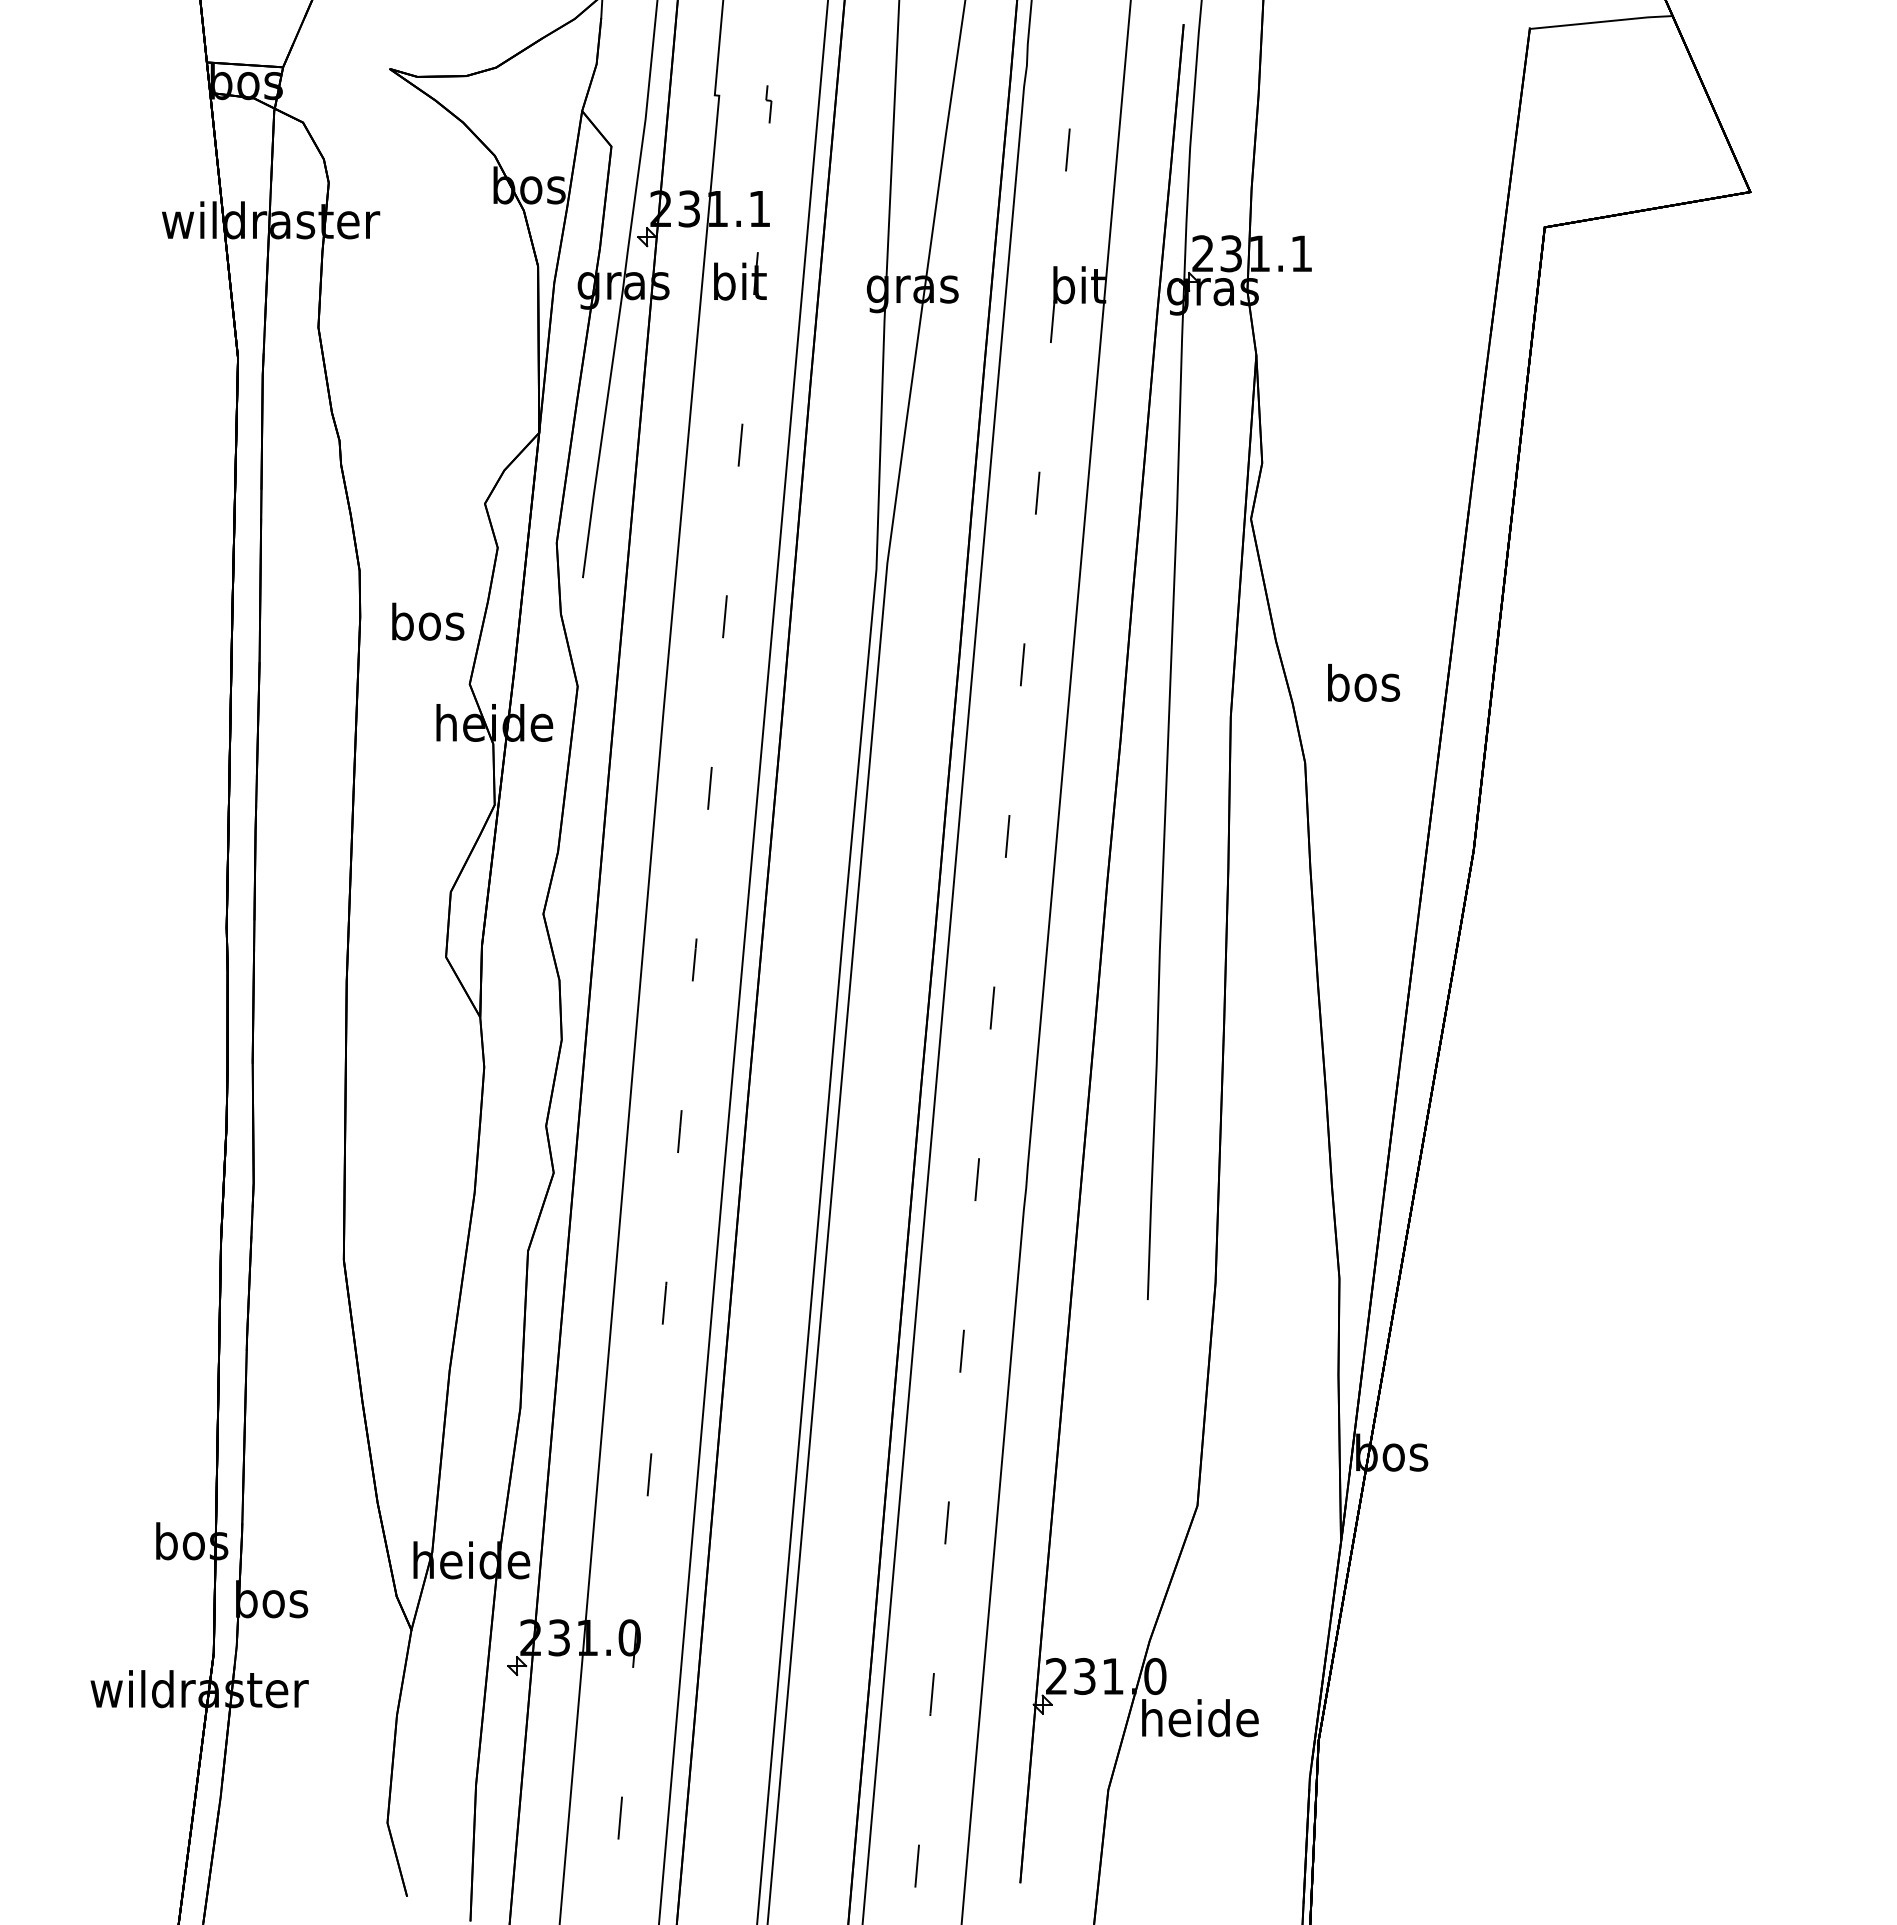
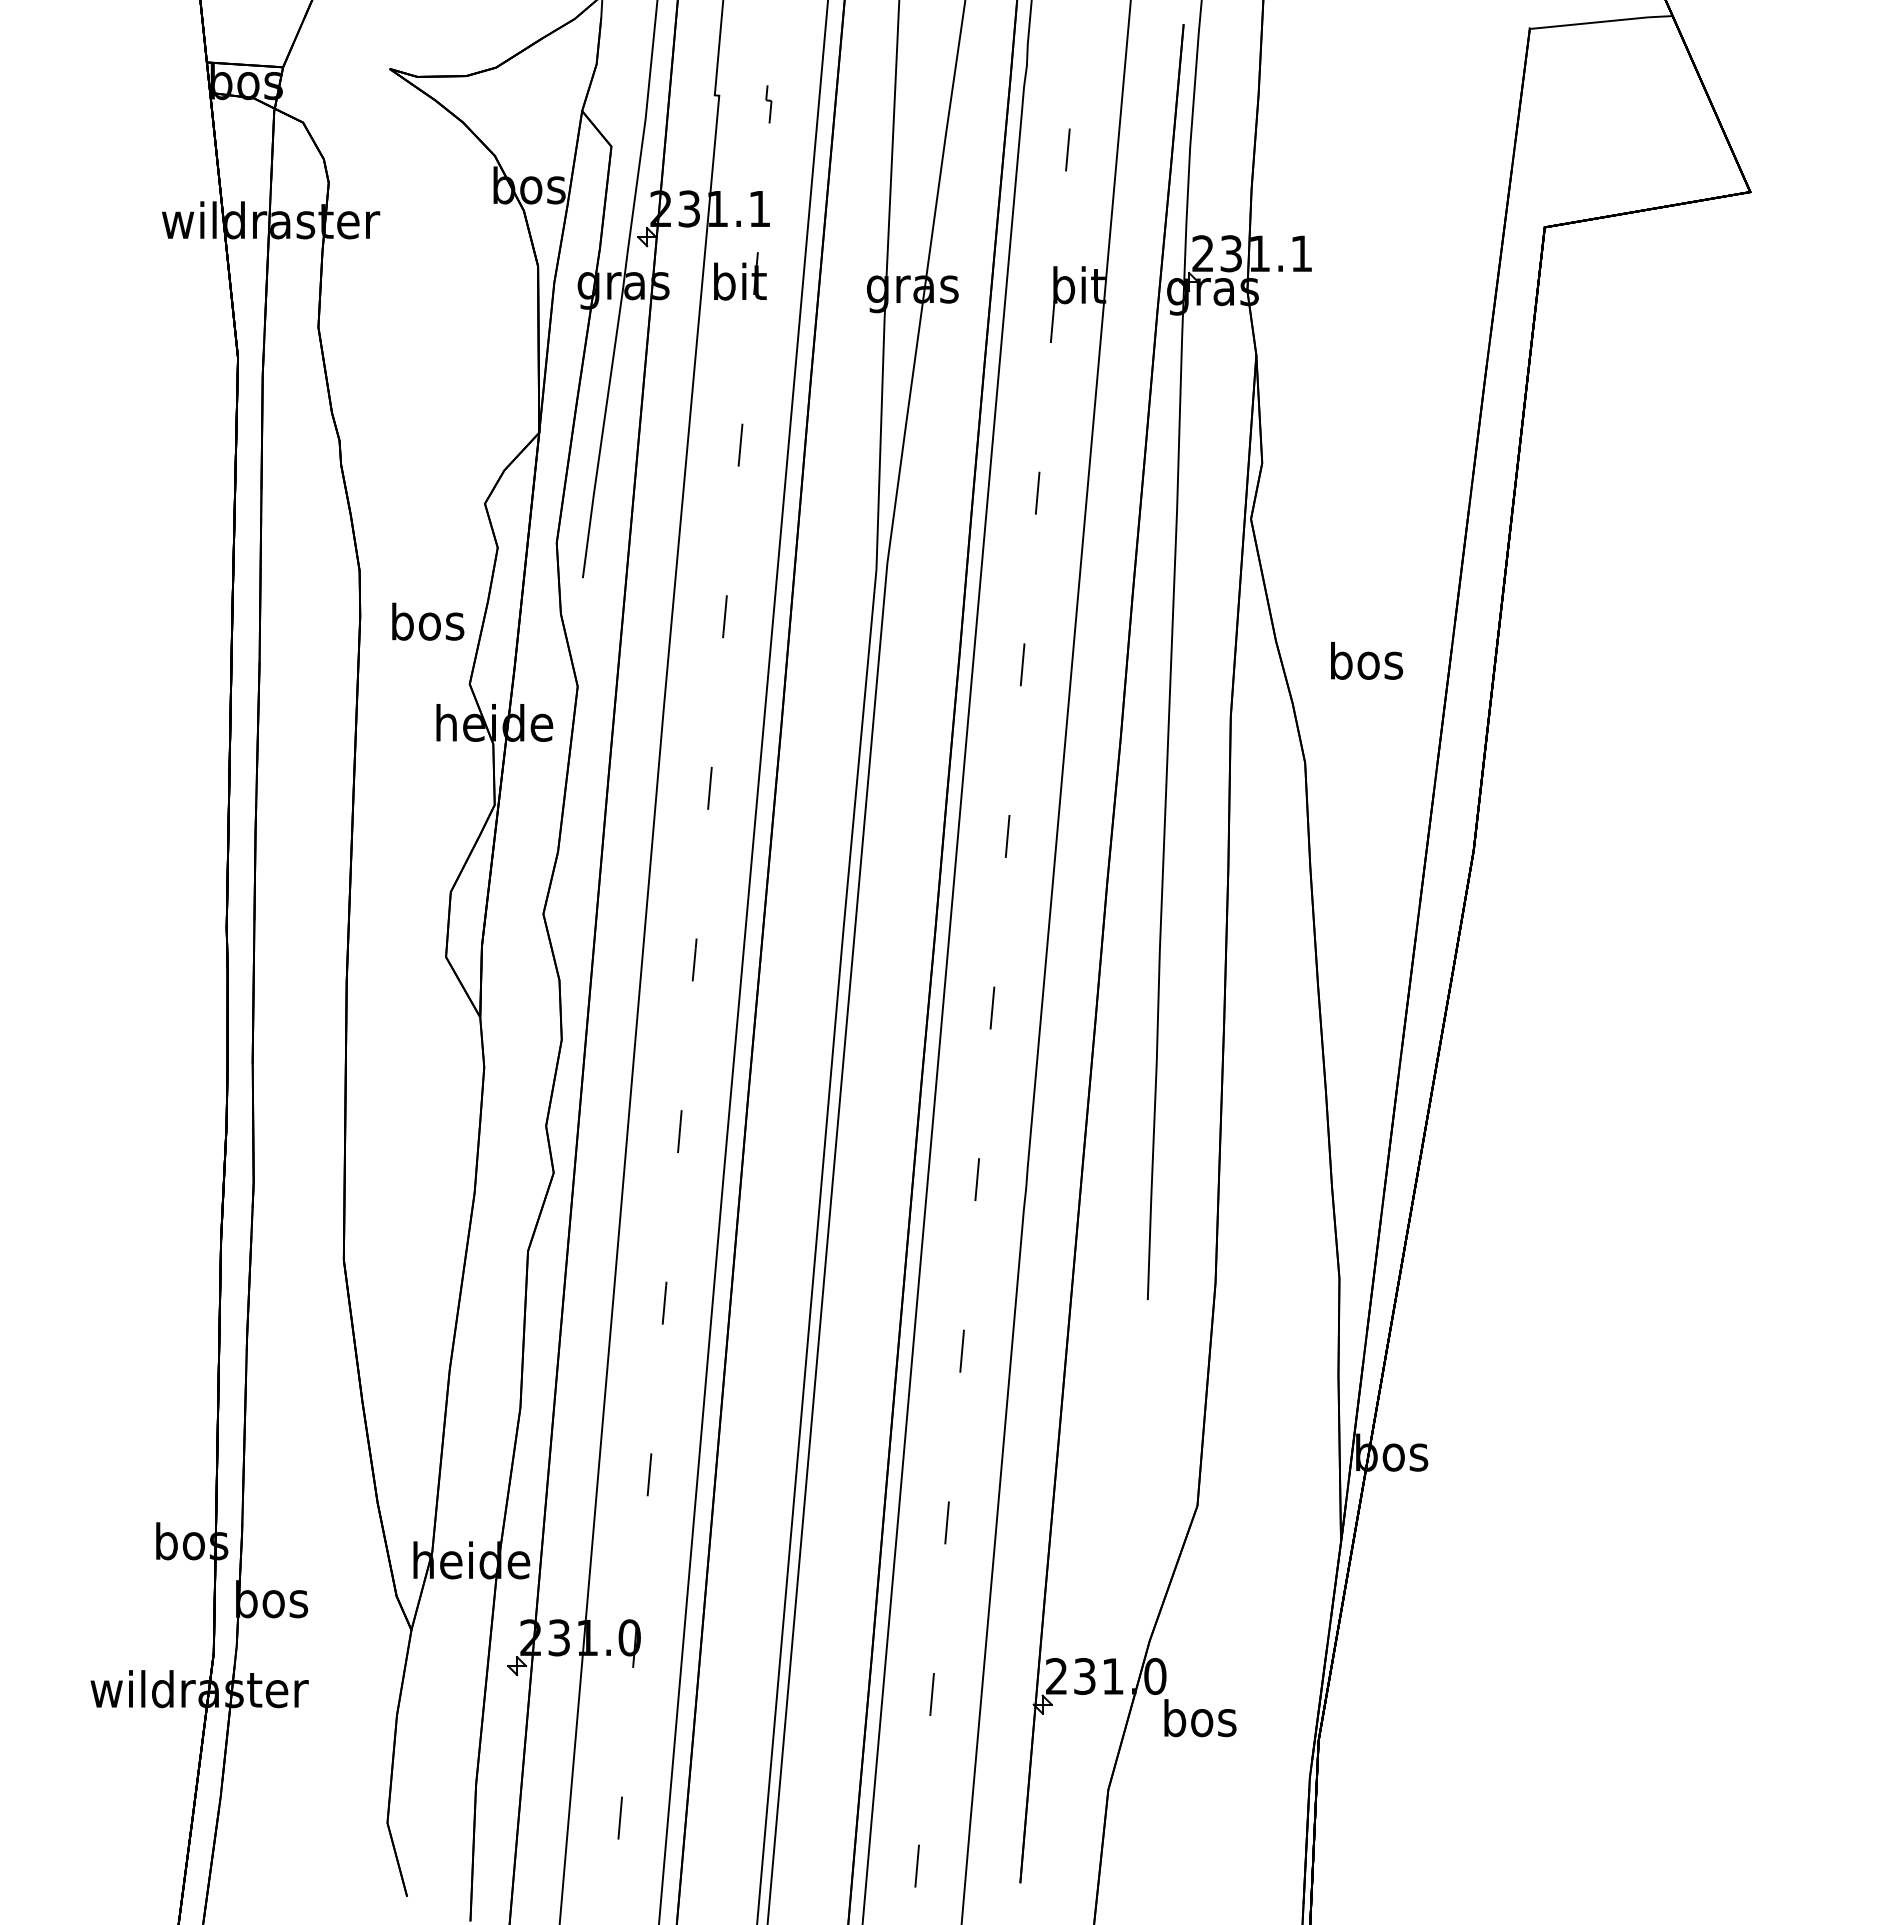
text at (1364, 682) position: (1364, 682) -> (1367, 660)
text at (1200, 1718): heide -> bos
